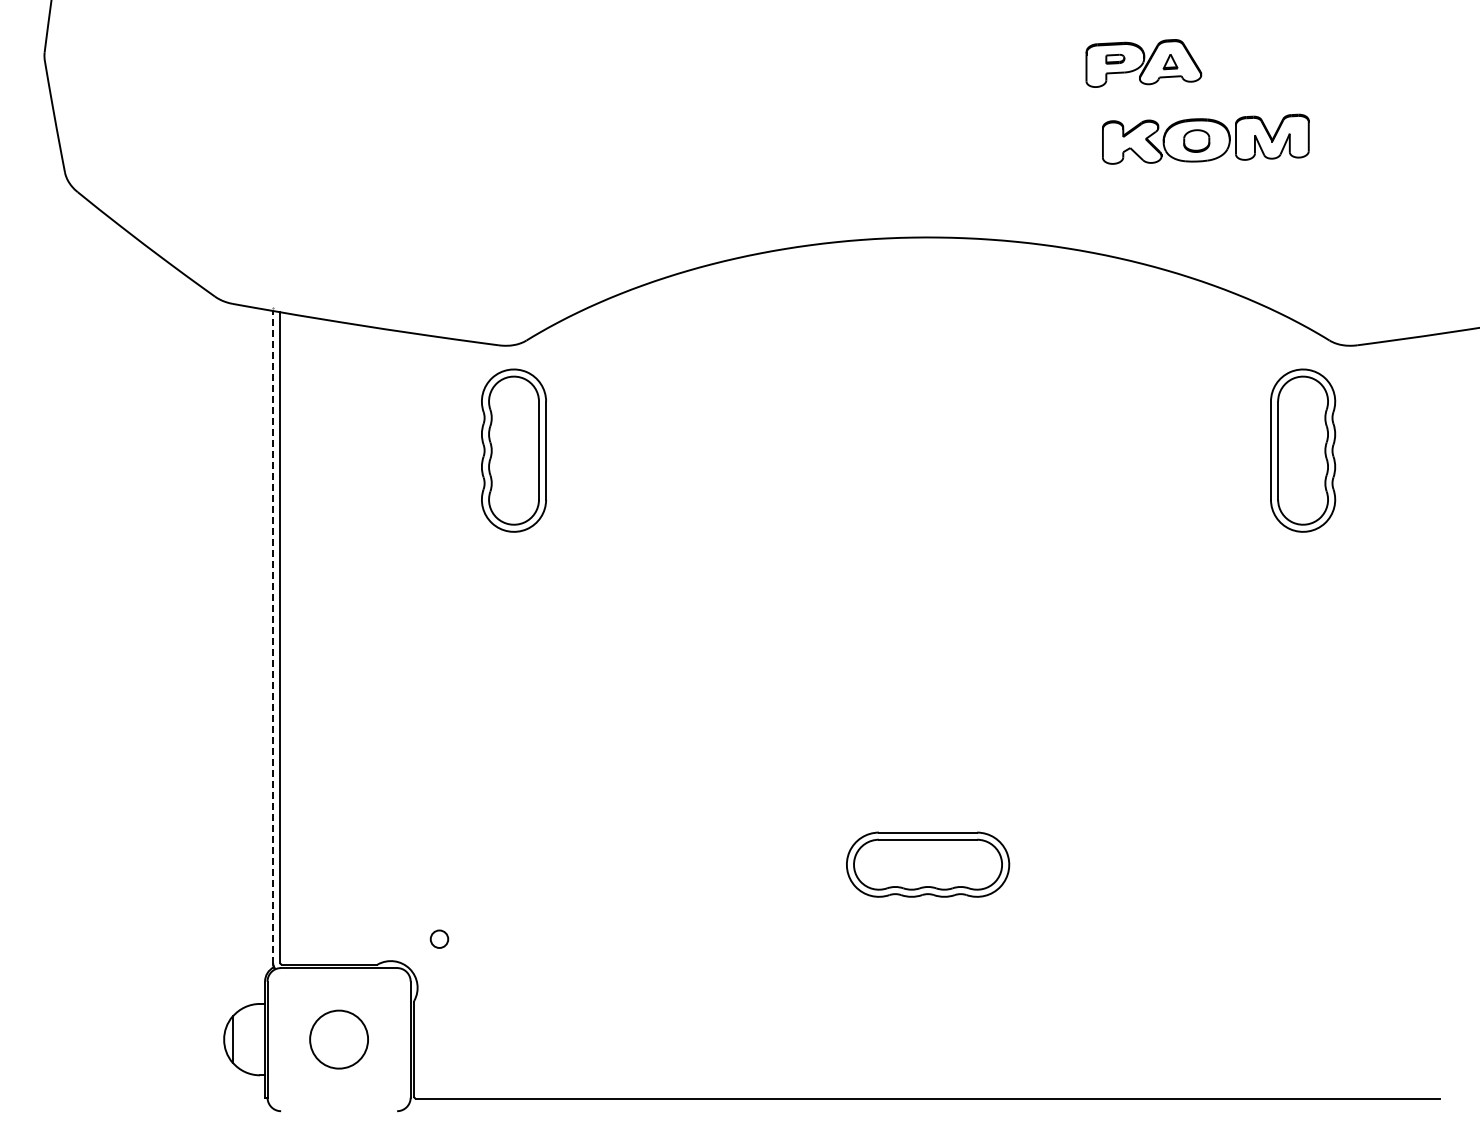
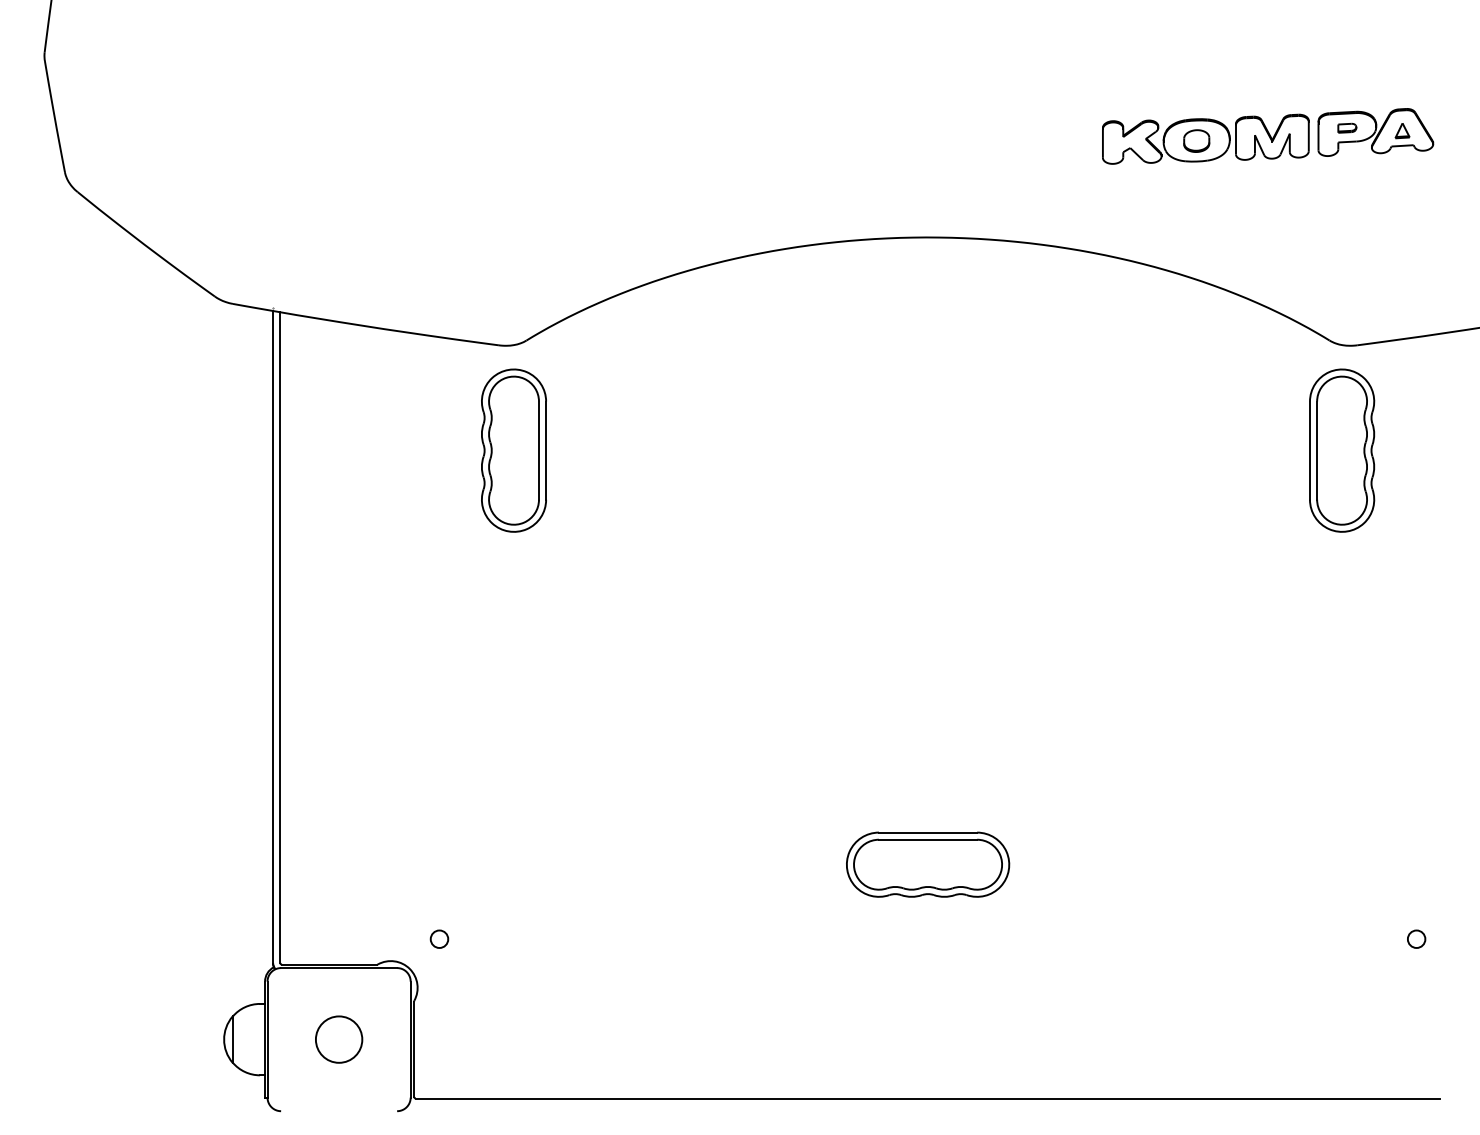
part at (1143, 63) position: (1143, 63) -> (1375, 132)
part at (1303, 450) position: (1303, 450) -> (1342, 450)
line at (273, 636): dashed -> solid
circle at (1416, 938): none -> present
circle at (339, 1039) diameter: 58 px -> 46 px
